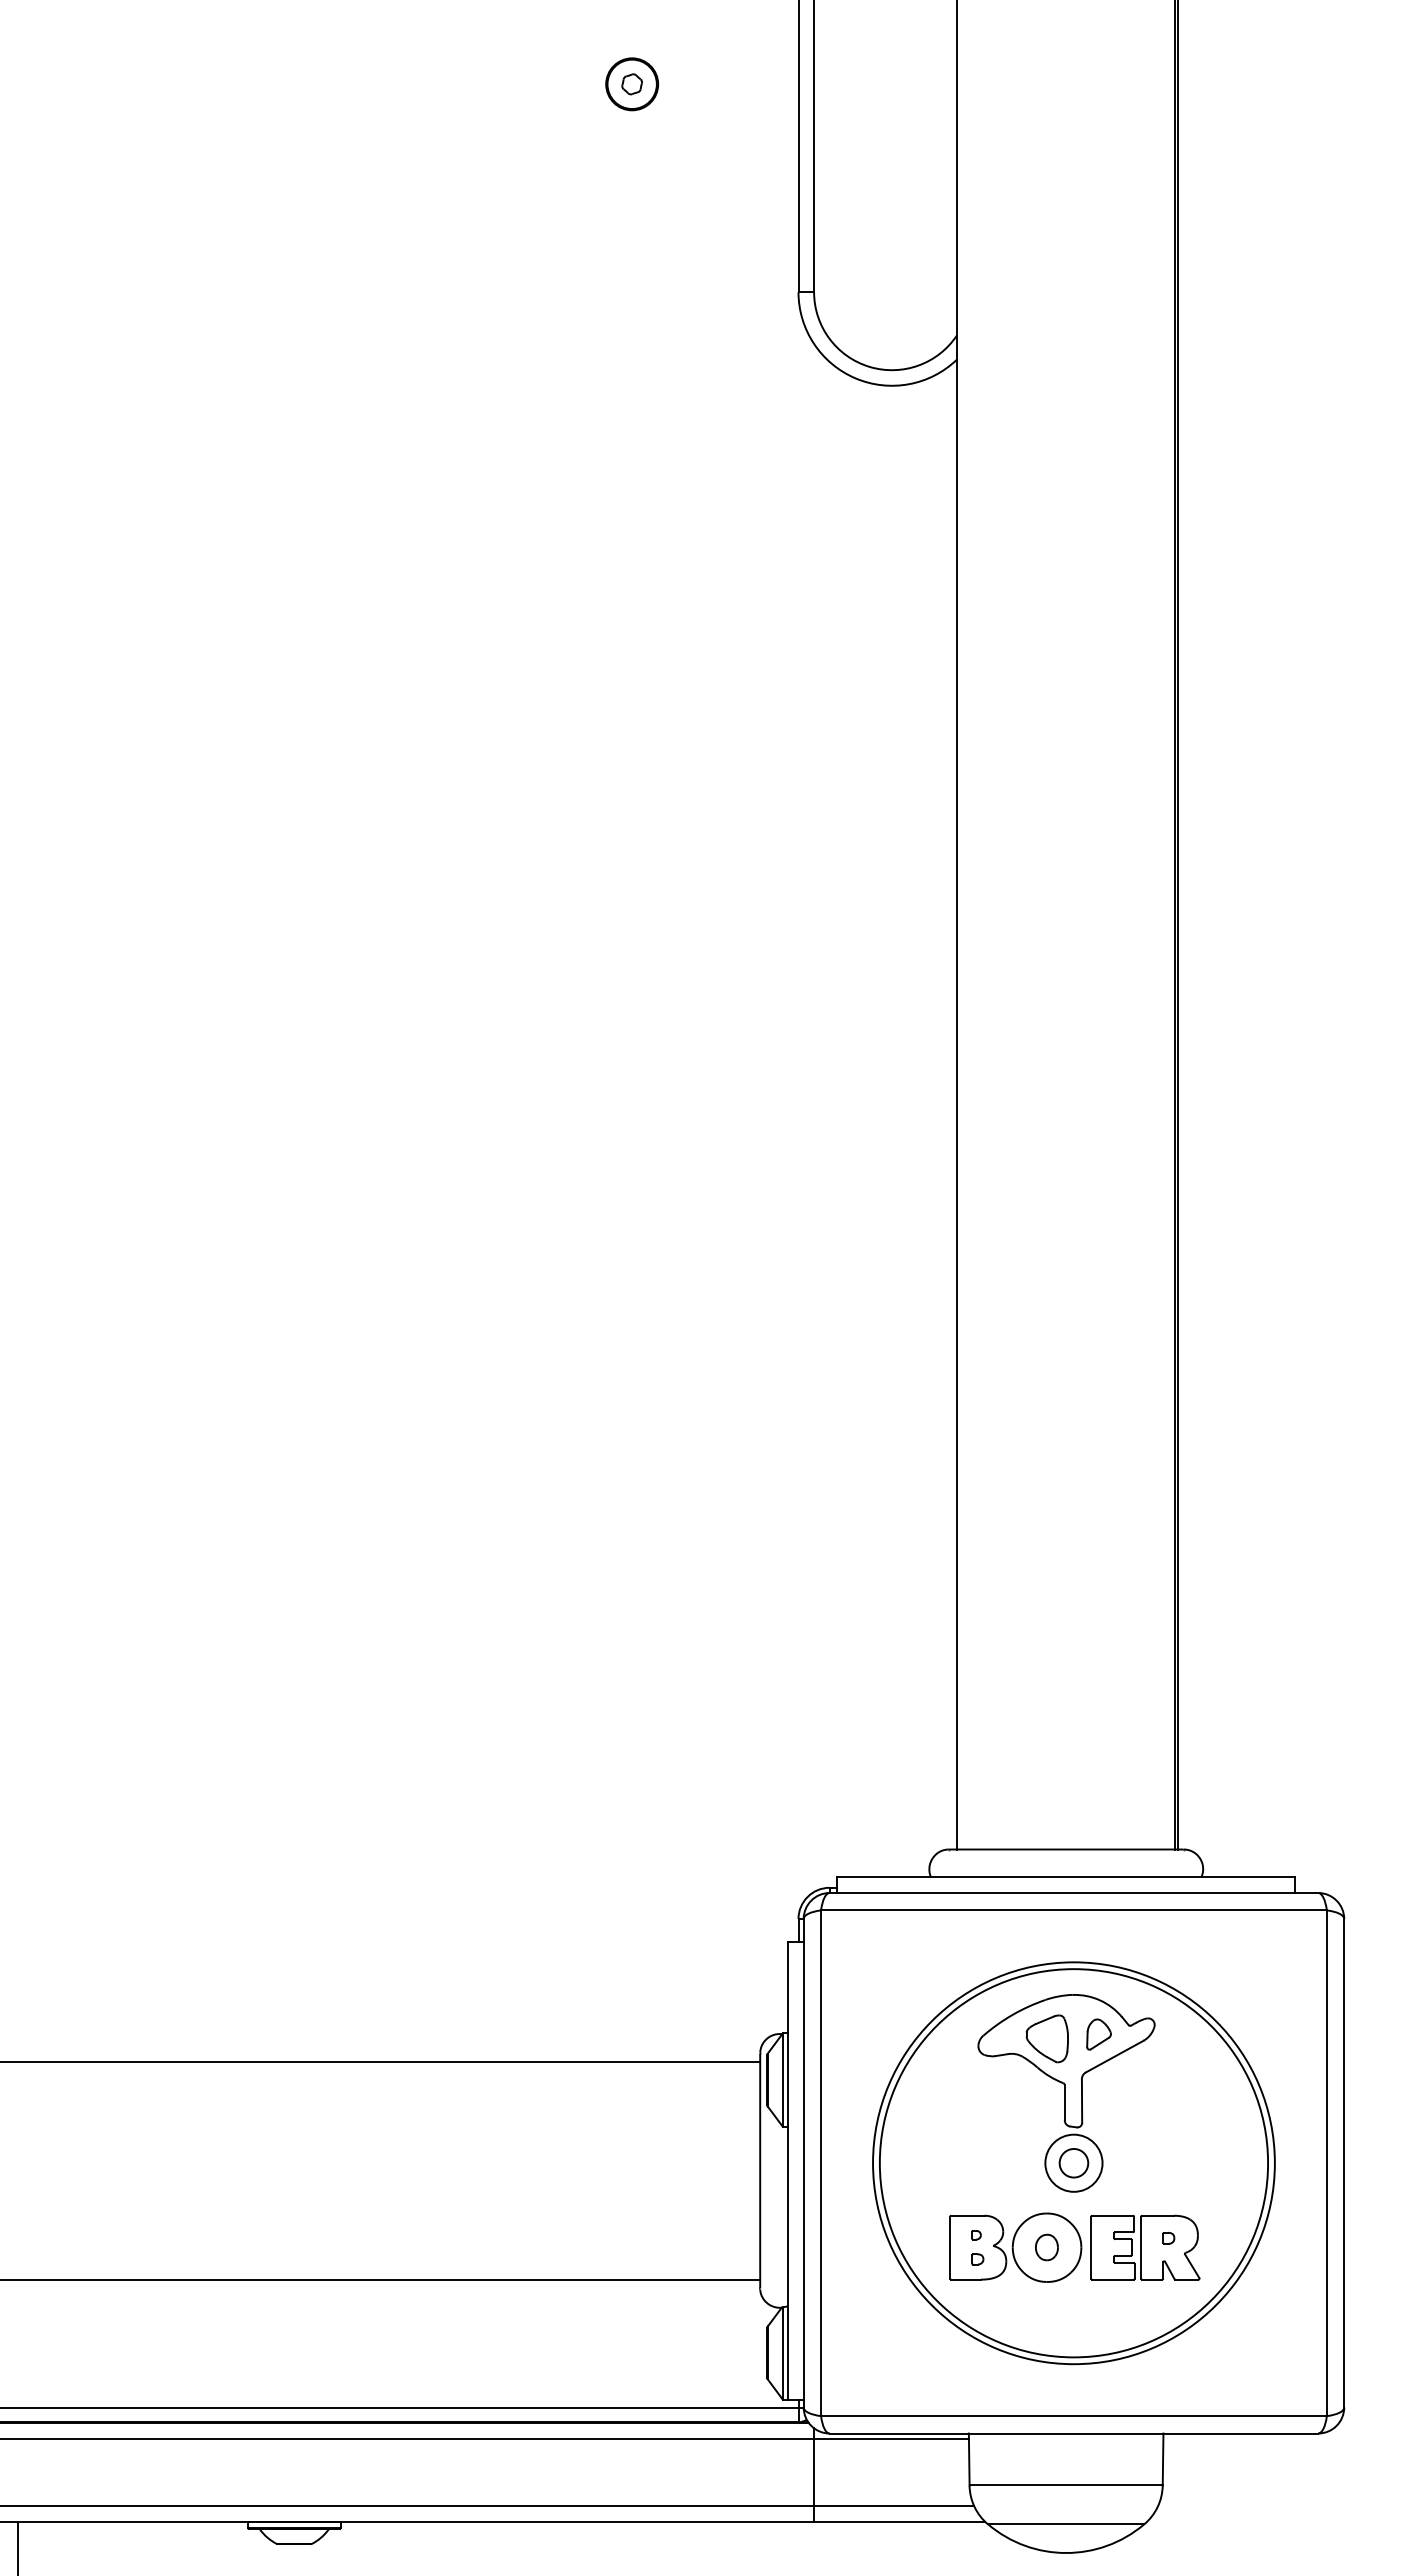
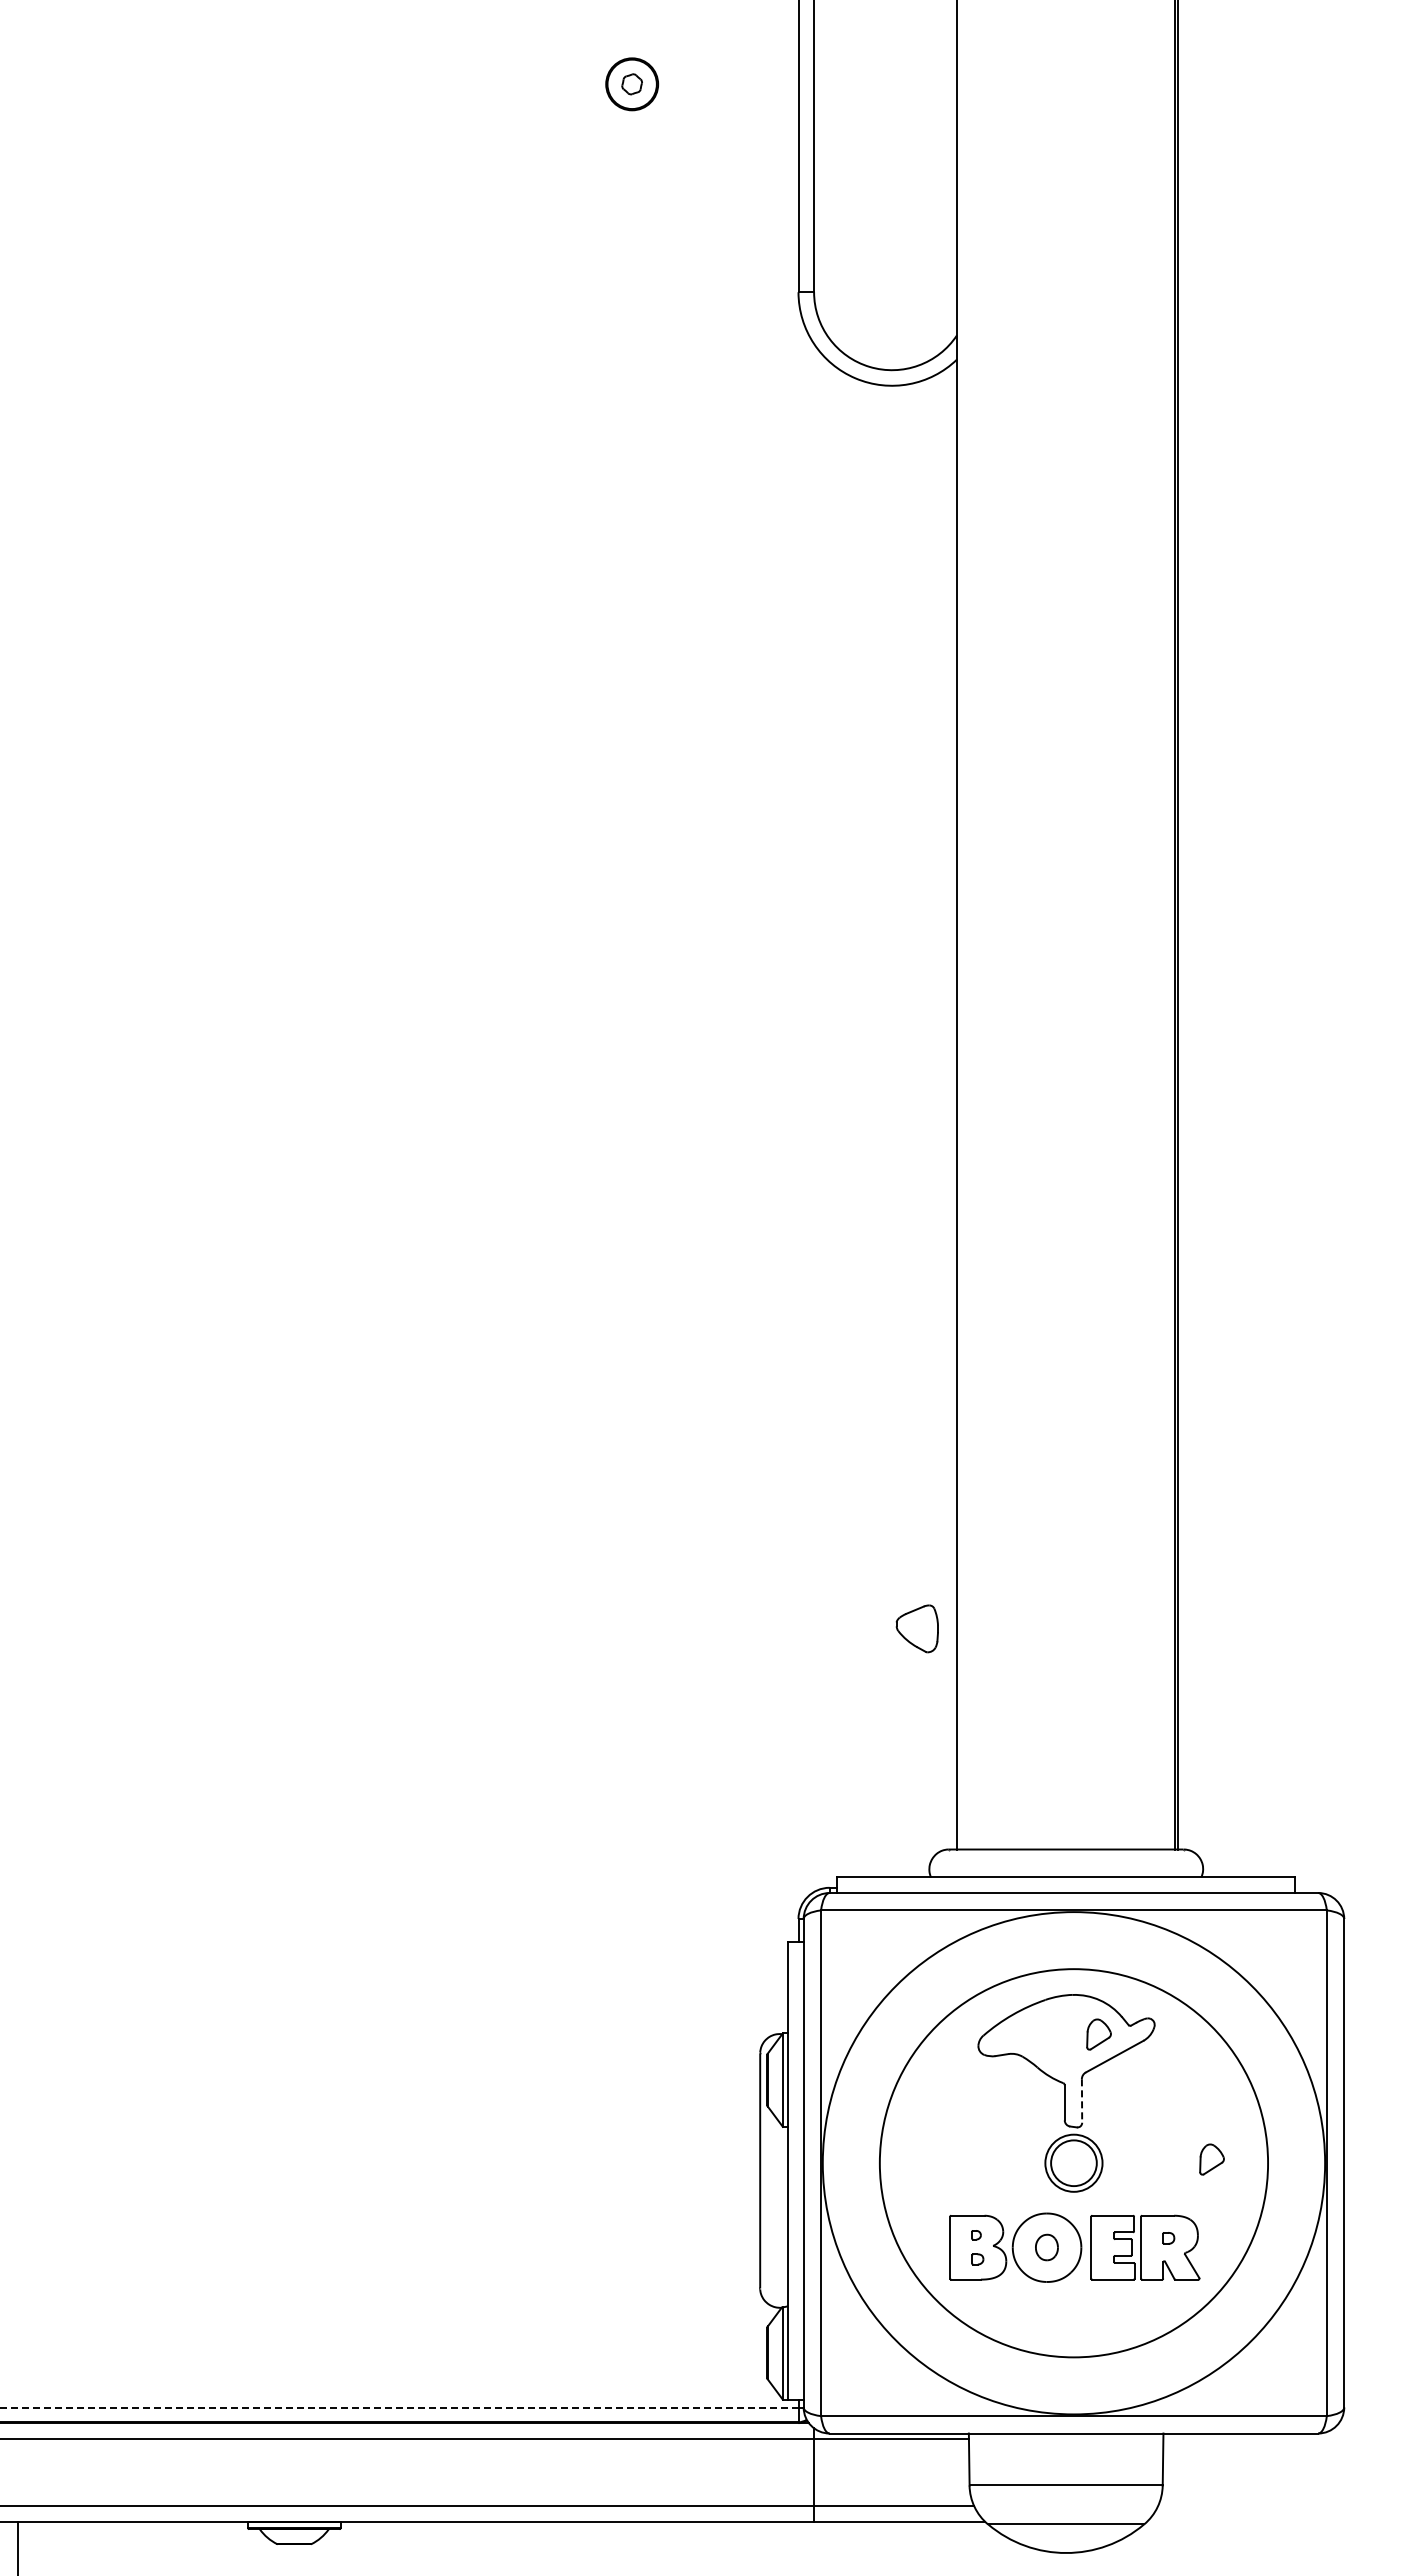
part at (1046, 2038) position: (1046, 2038) -> (916, 1628)
line at (381, 2061): present -> none
line at (1082, 2101): solid -> dashed
part at (1211, 2159): none -> present
circle at (1073, 2162) diameter: 29 px -> 46 px
circle at (1073, 2163) diameter: 402 px -> 502 px
line at (381, 2280): present -> none
line at (399, 2407): solid -> dashed
